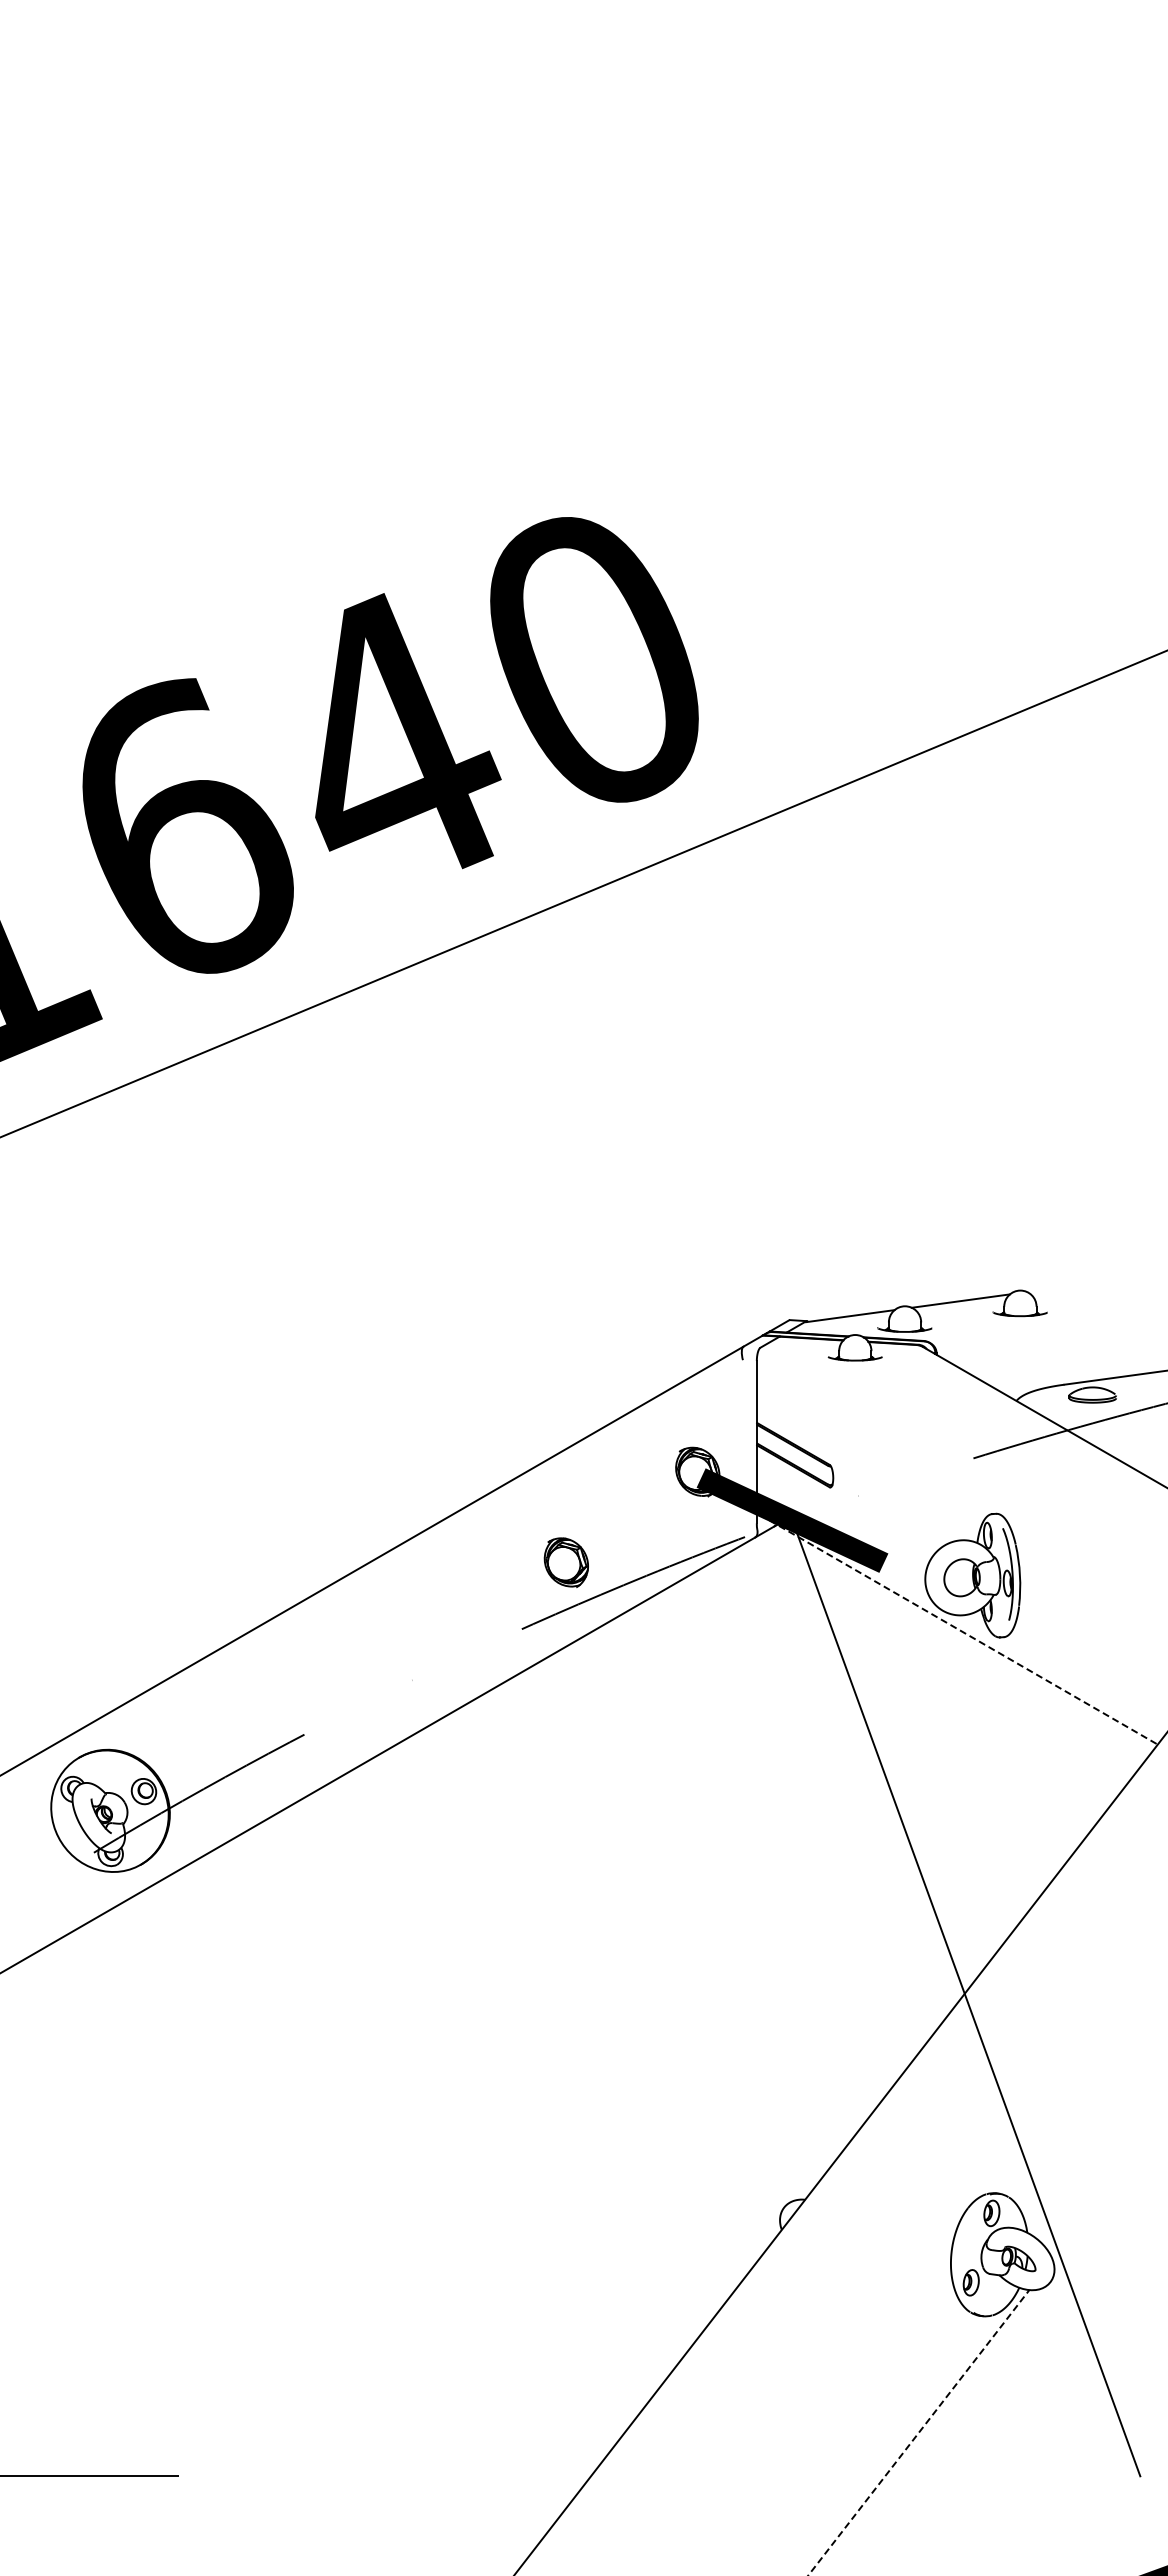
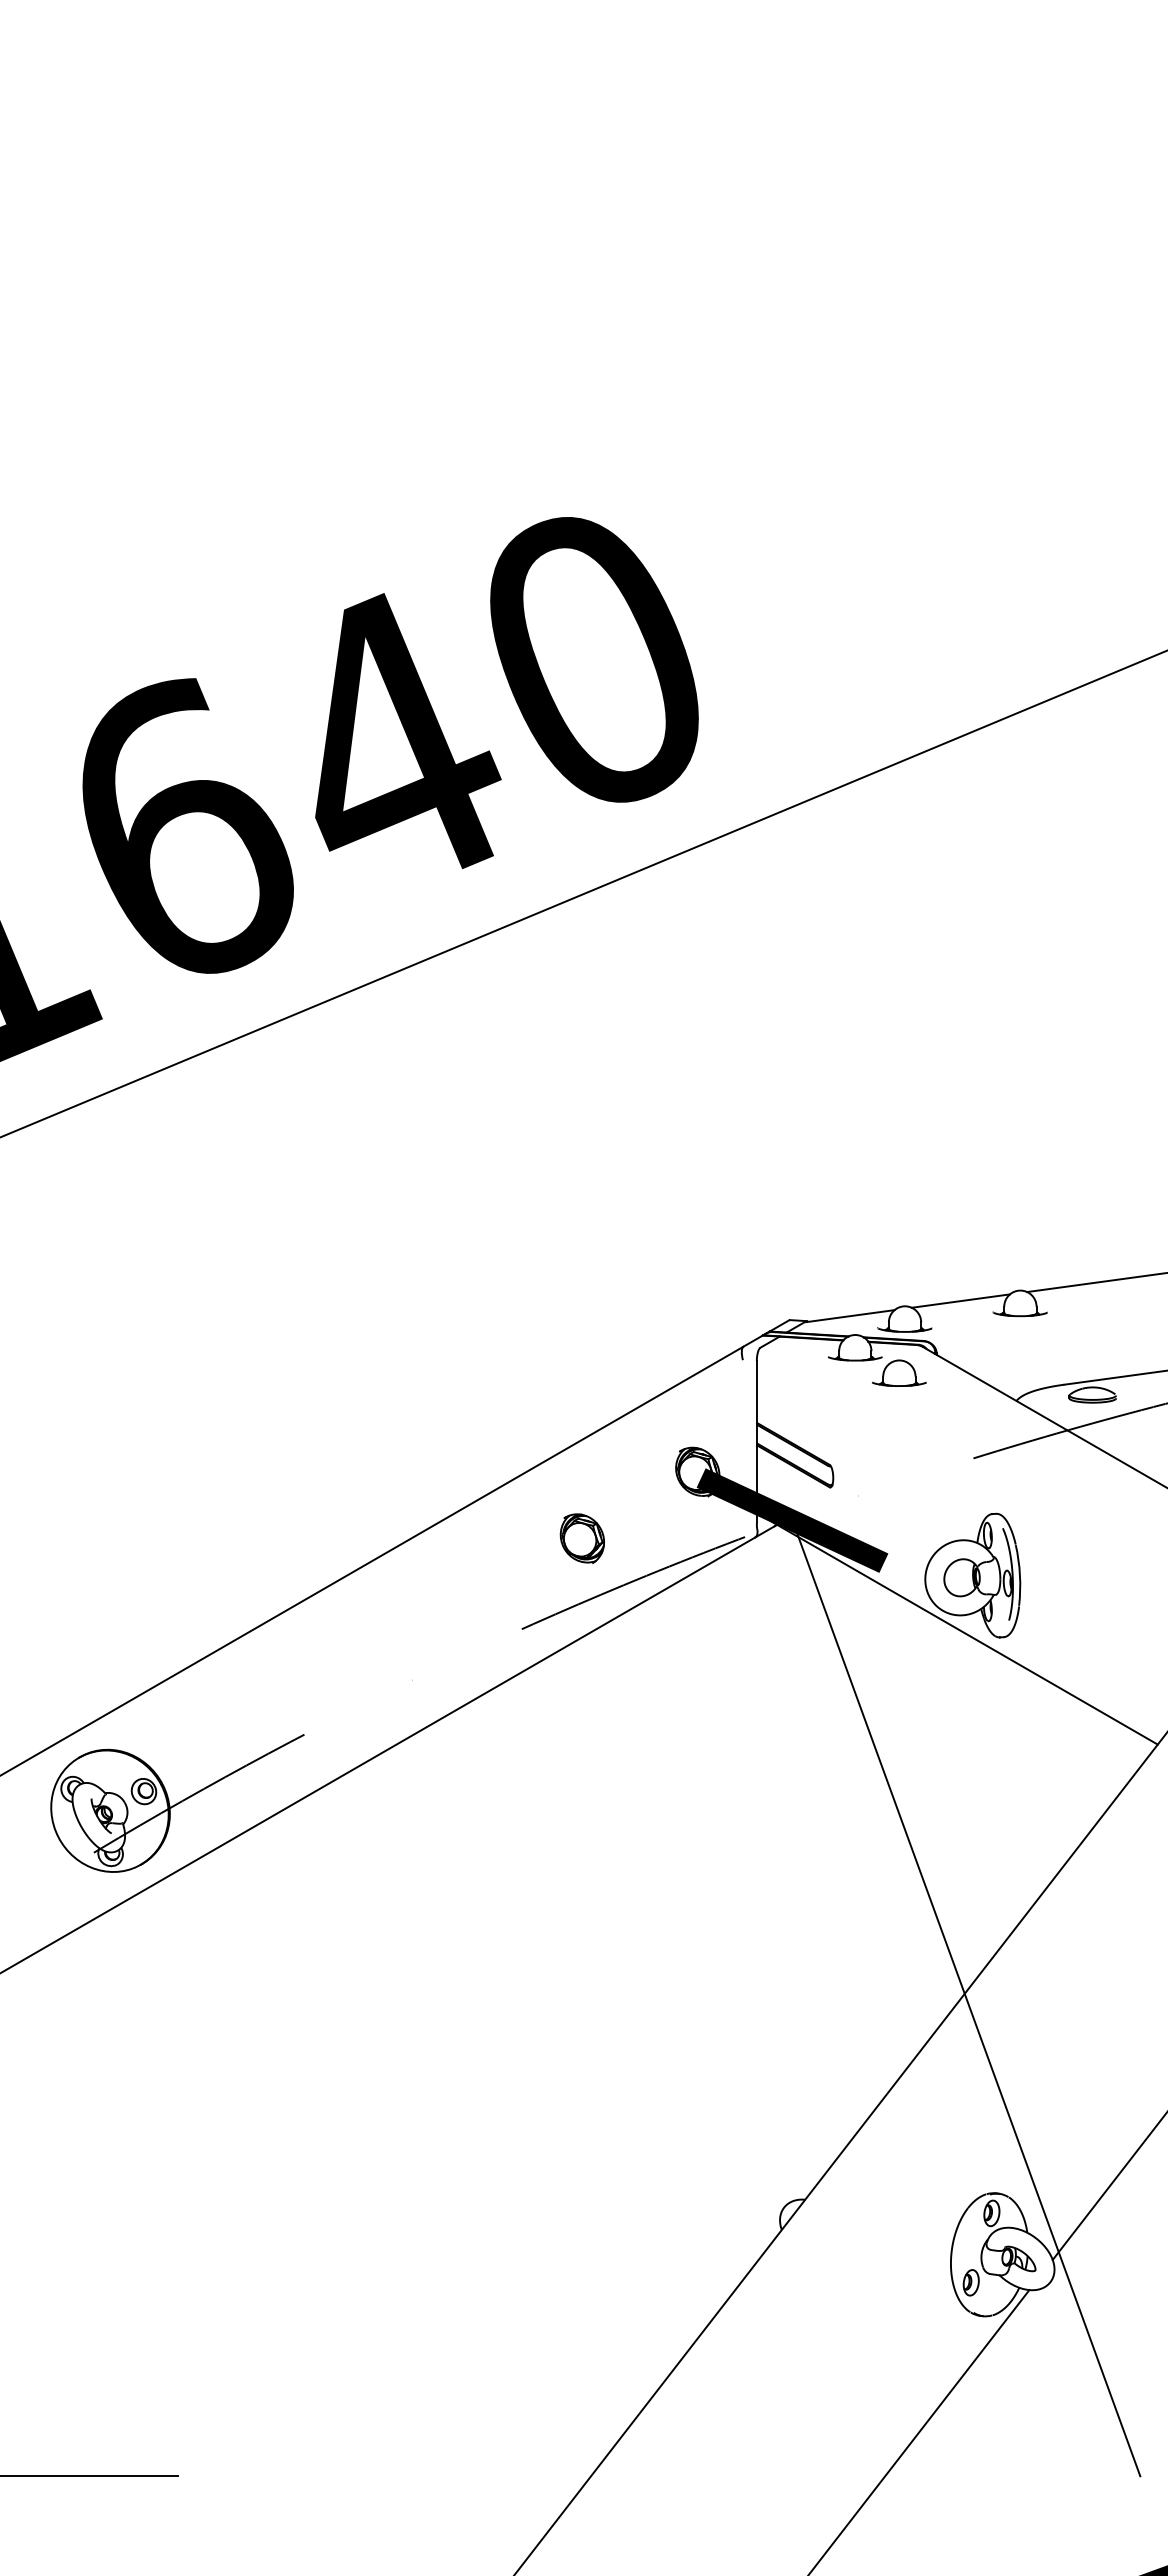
line at (1095, 1282): none -> present
part at (899, 1372): none -> present
part at (565, 1562) position: (565, 1562) -> (581, 1538)
line at (958, 1629): dashed -> solid
line at (1108, 2187): none -> present
line at (918, 2432): dashed -> solid
